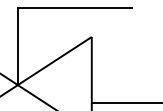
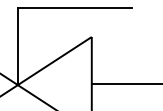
line at (125, 103) position: (125, 103) -> (125, 84)
